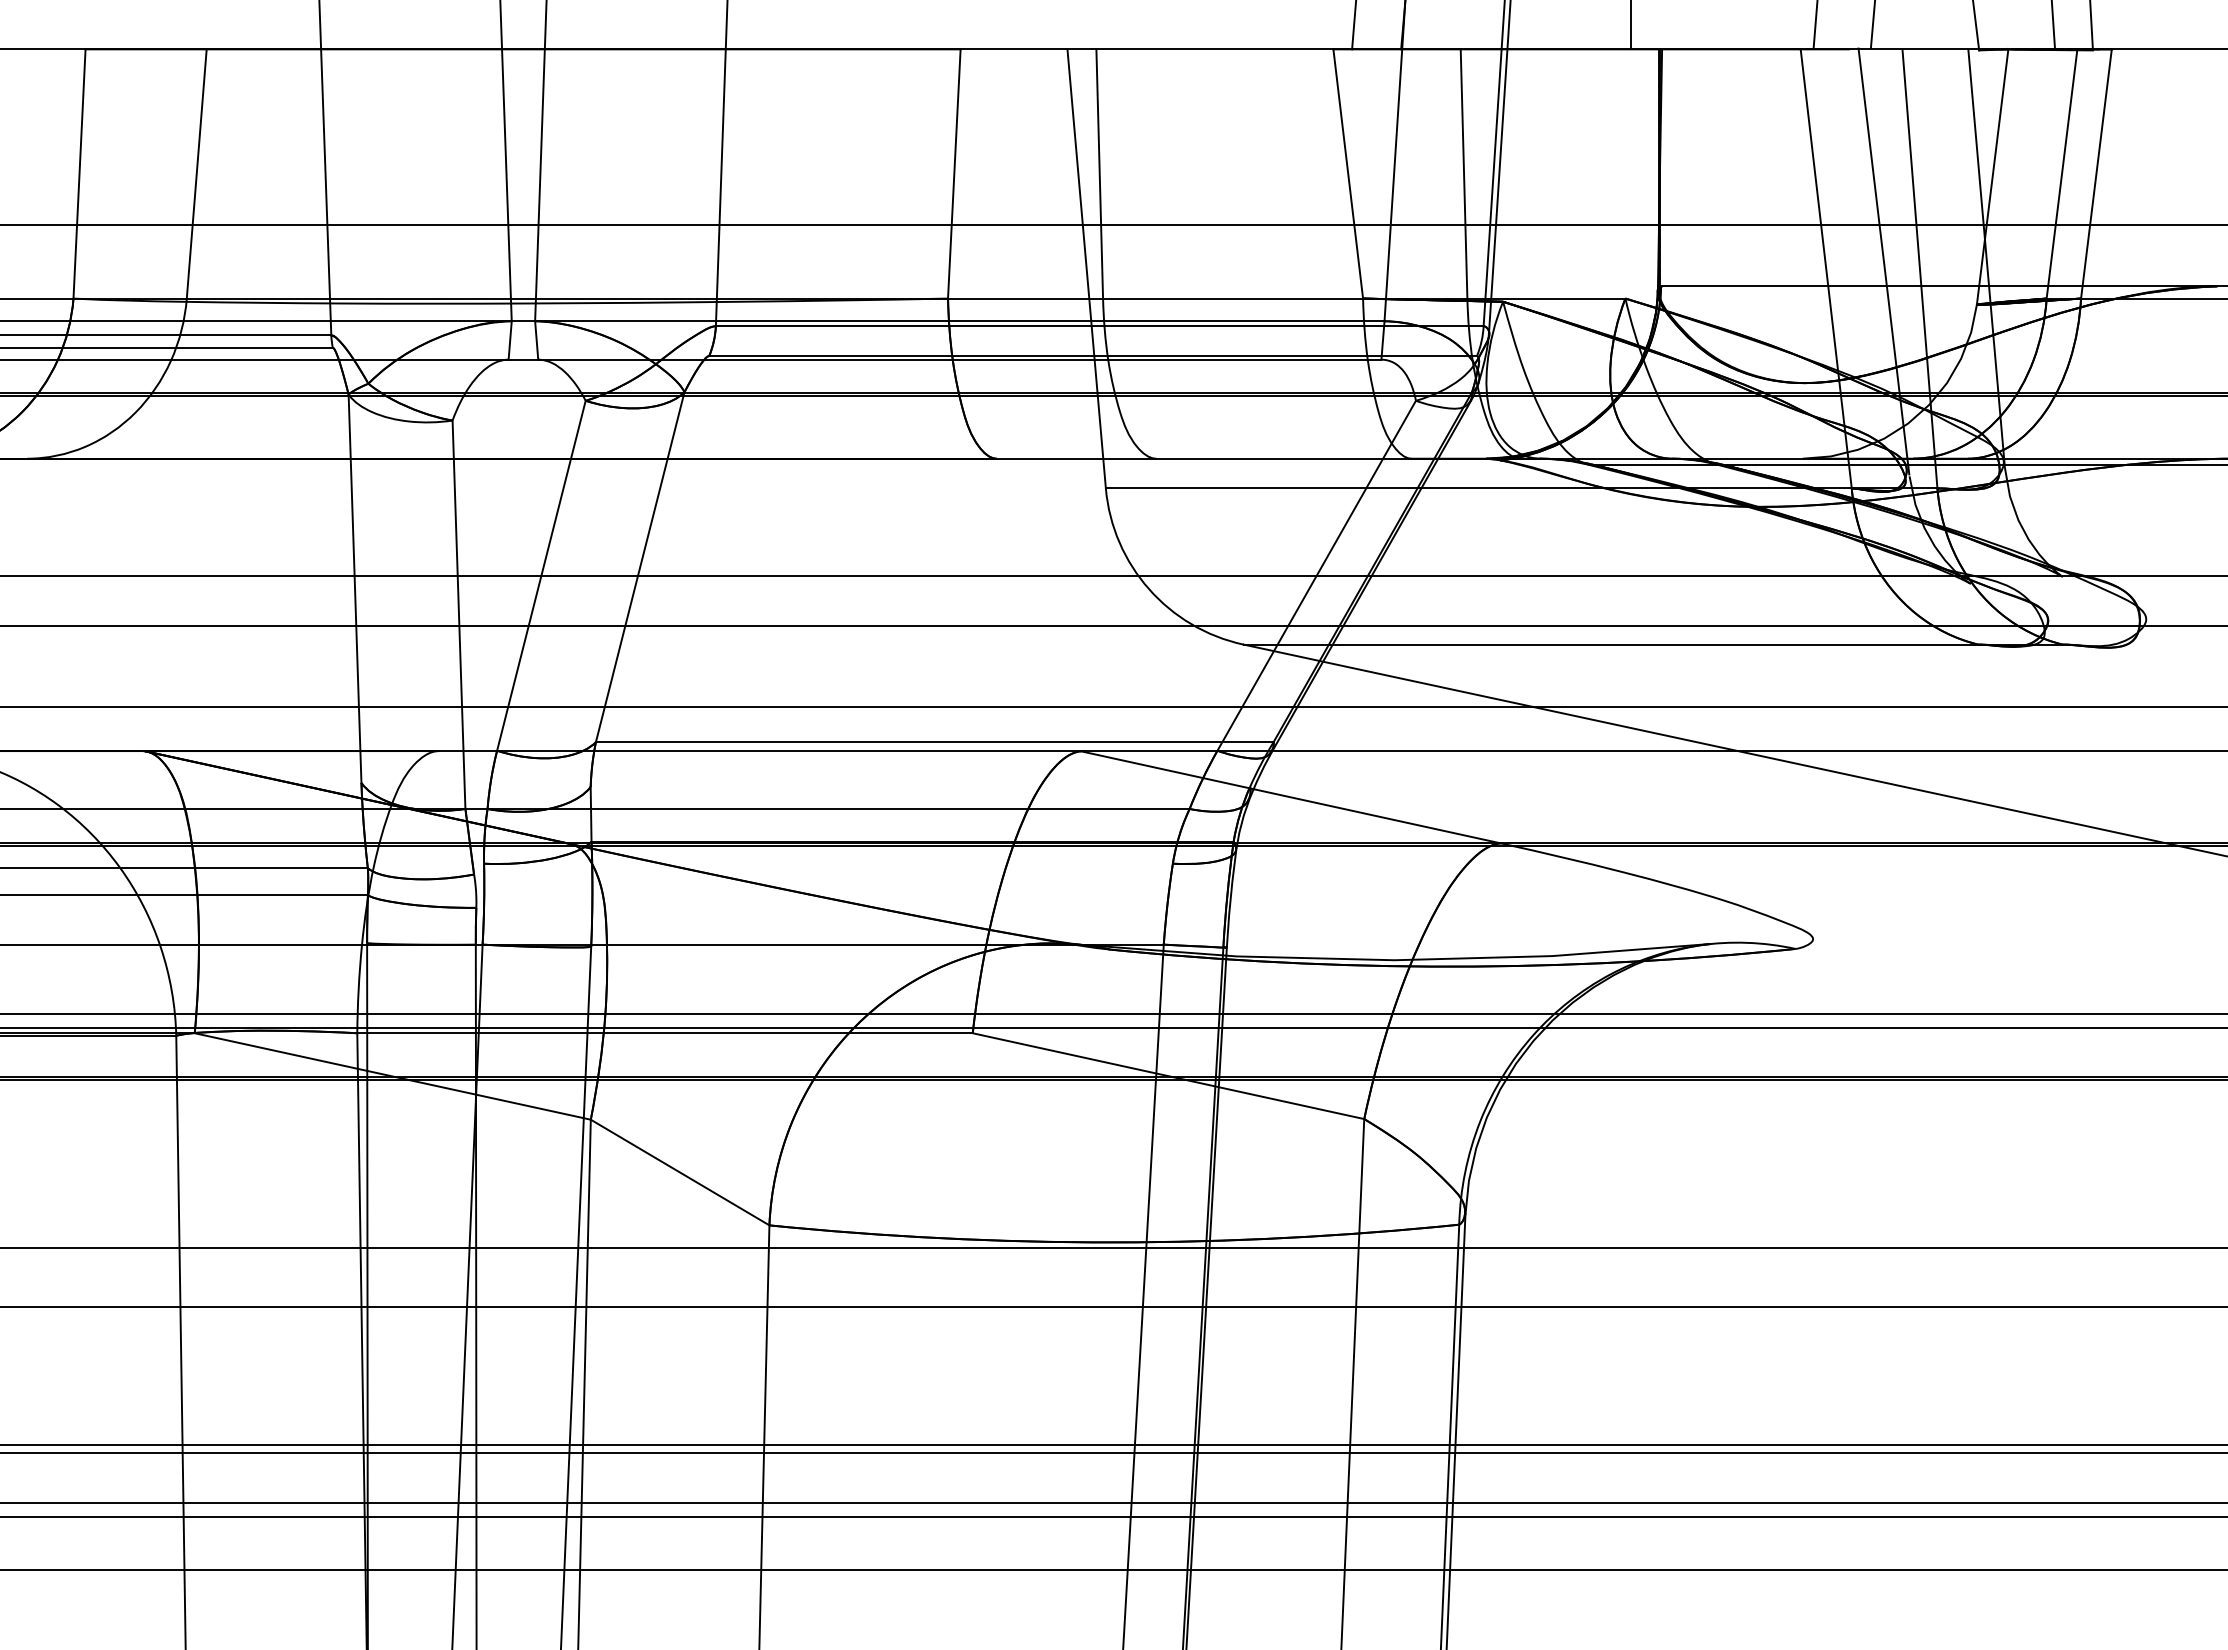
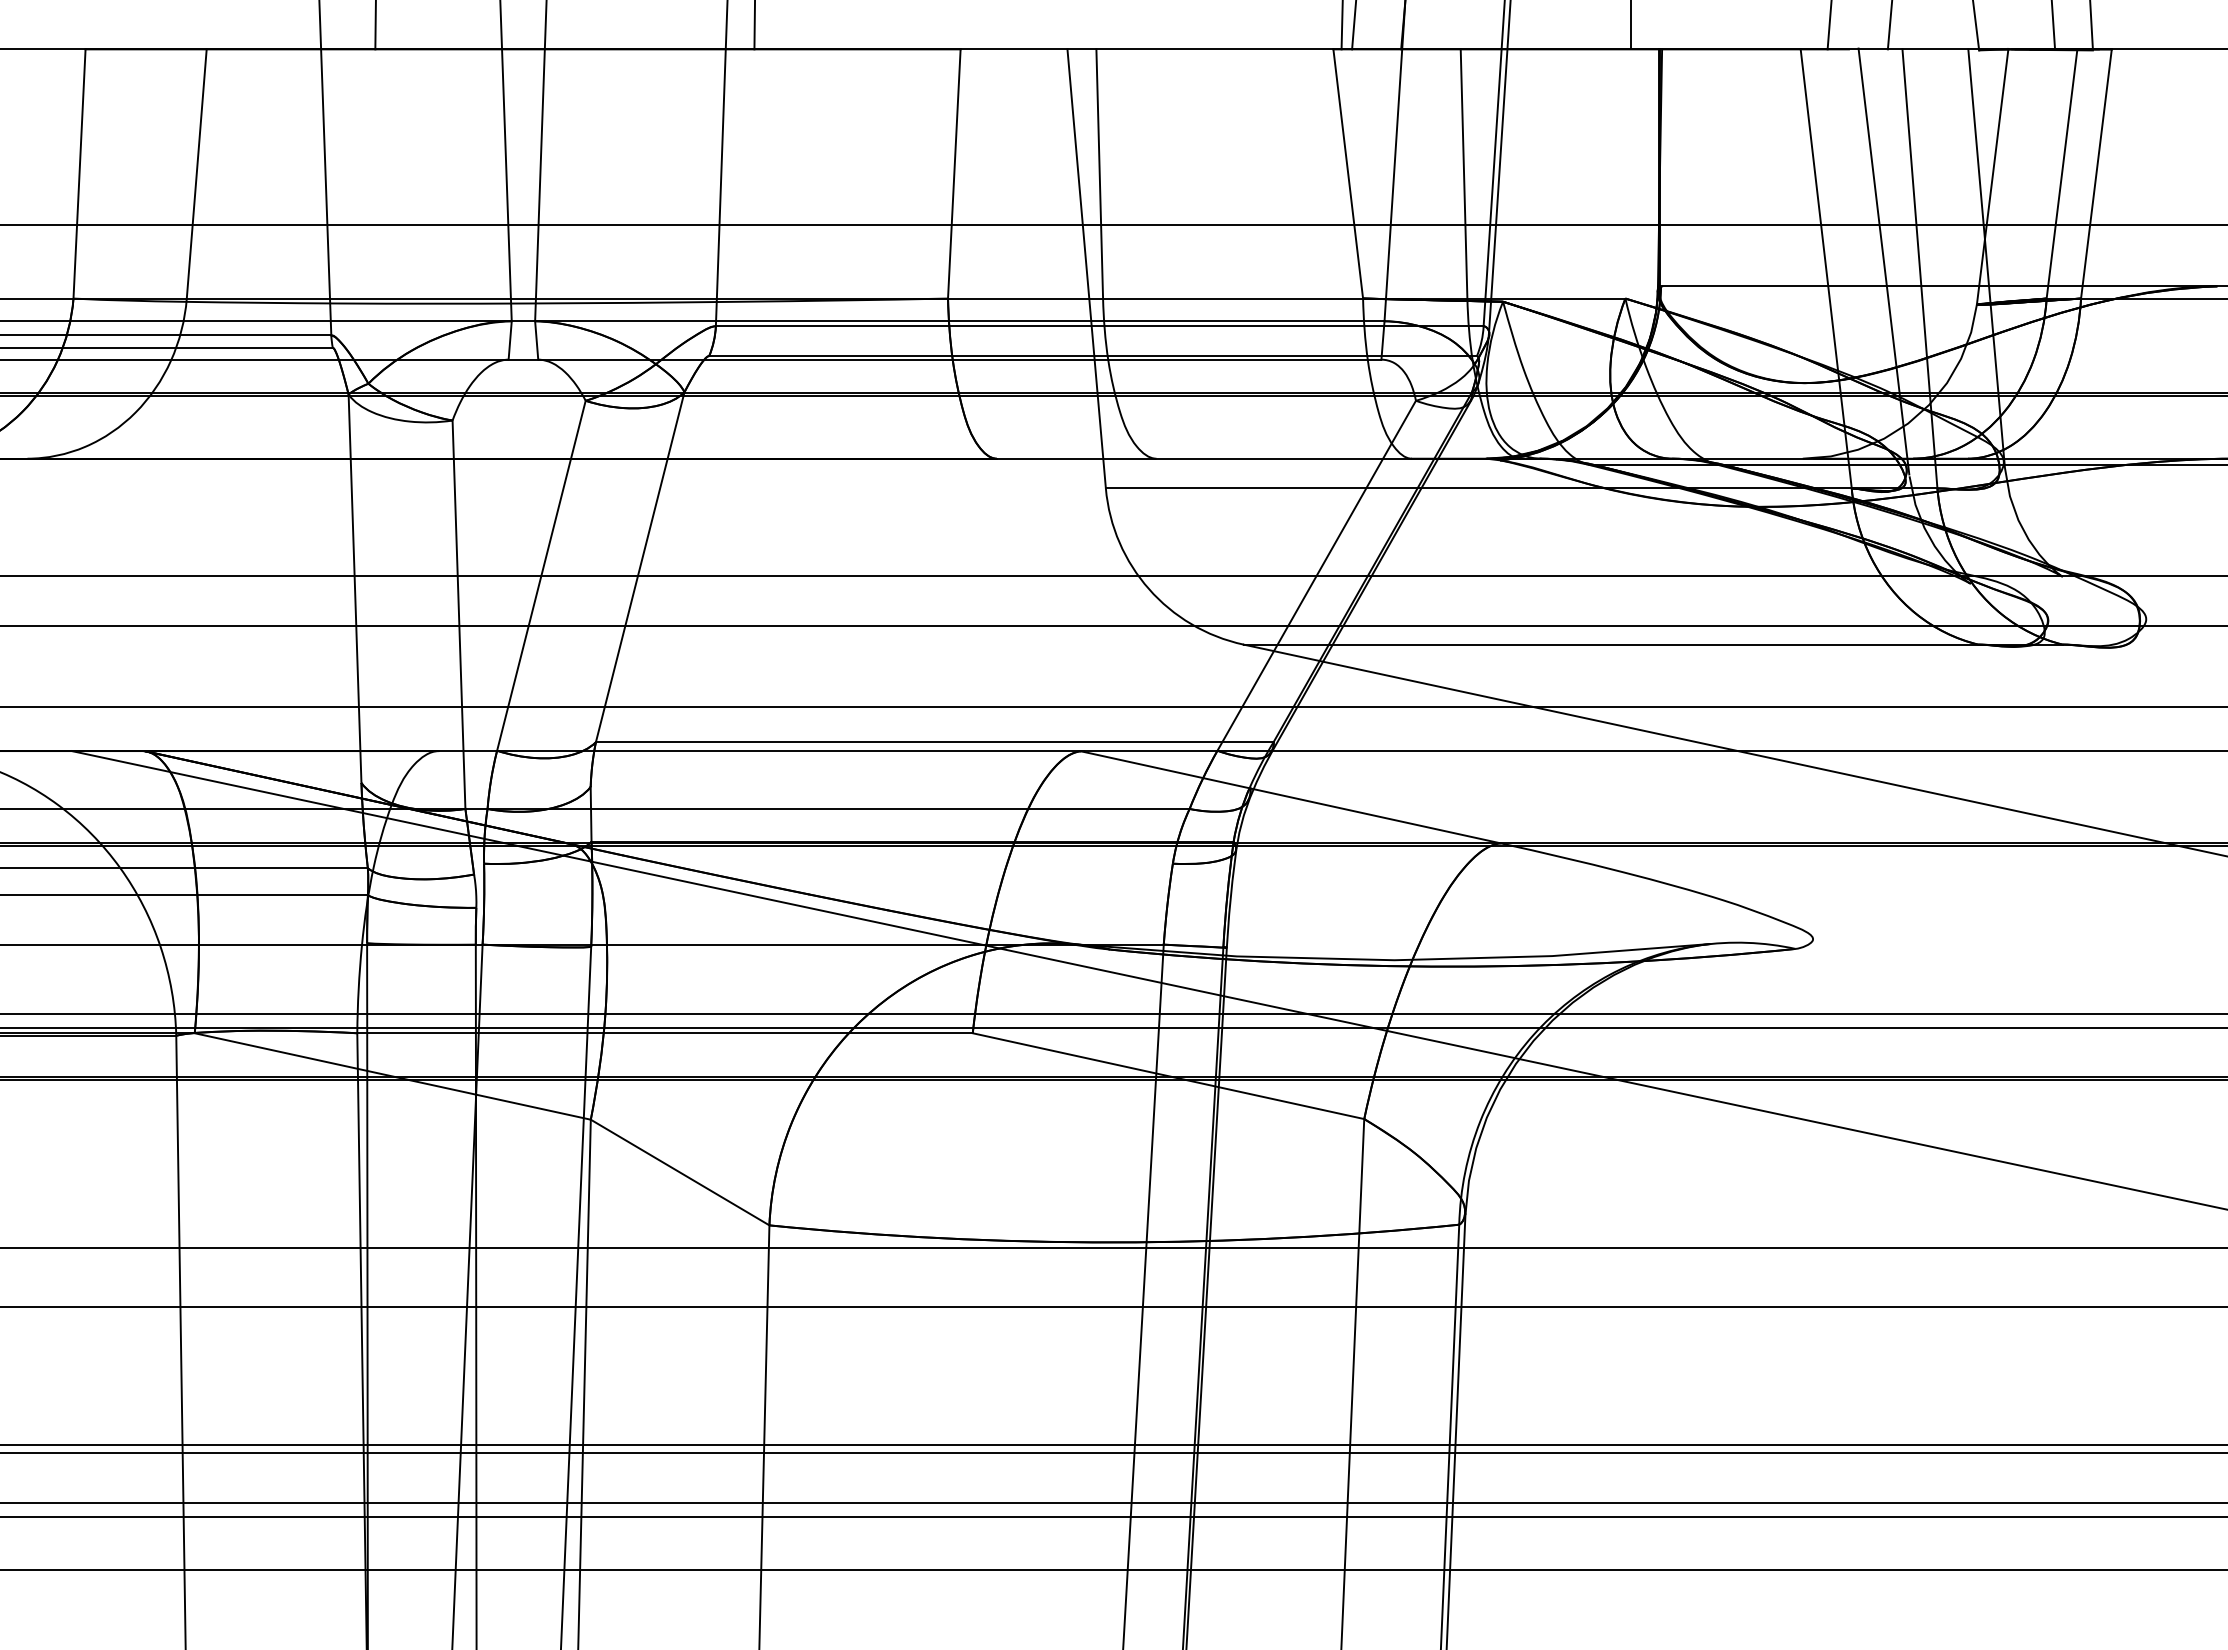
line at (375, 25): none -> present
line at (754, 25): none -> present
line at (1341, 25): none -> present
line at (1815, 25) position: (1815, 25) -> (1829, 25)
line at (1872, 25) position: (1872, 25) -> (1889, 25)
line at (1147, 980): none -> present
